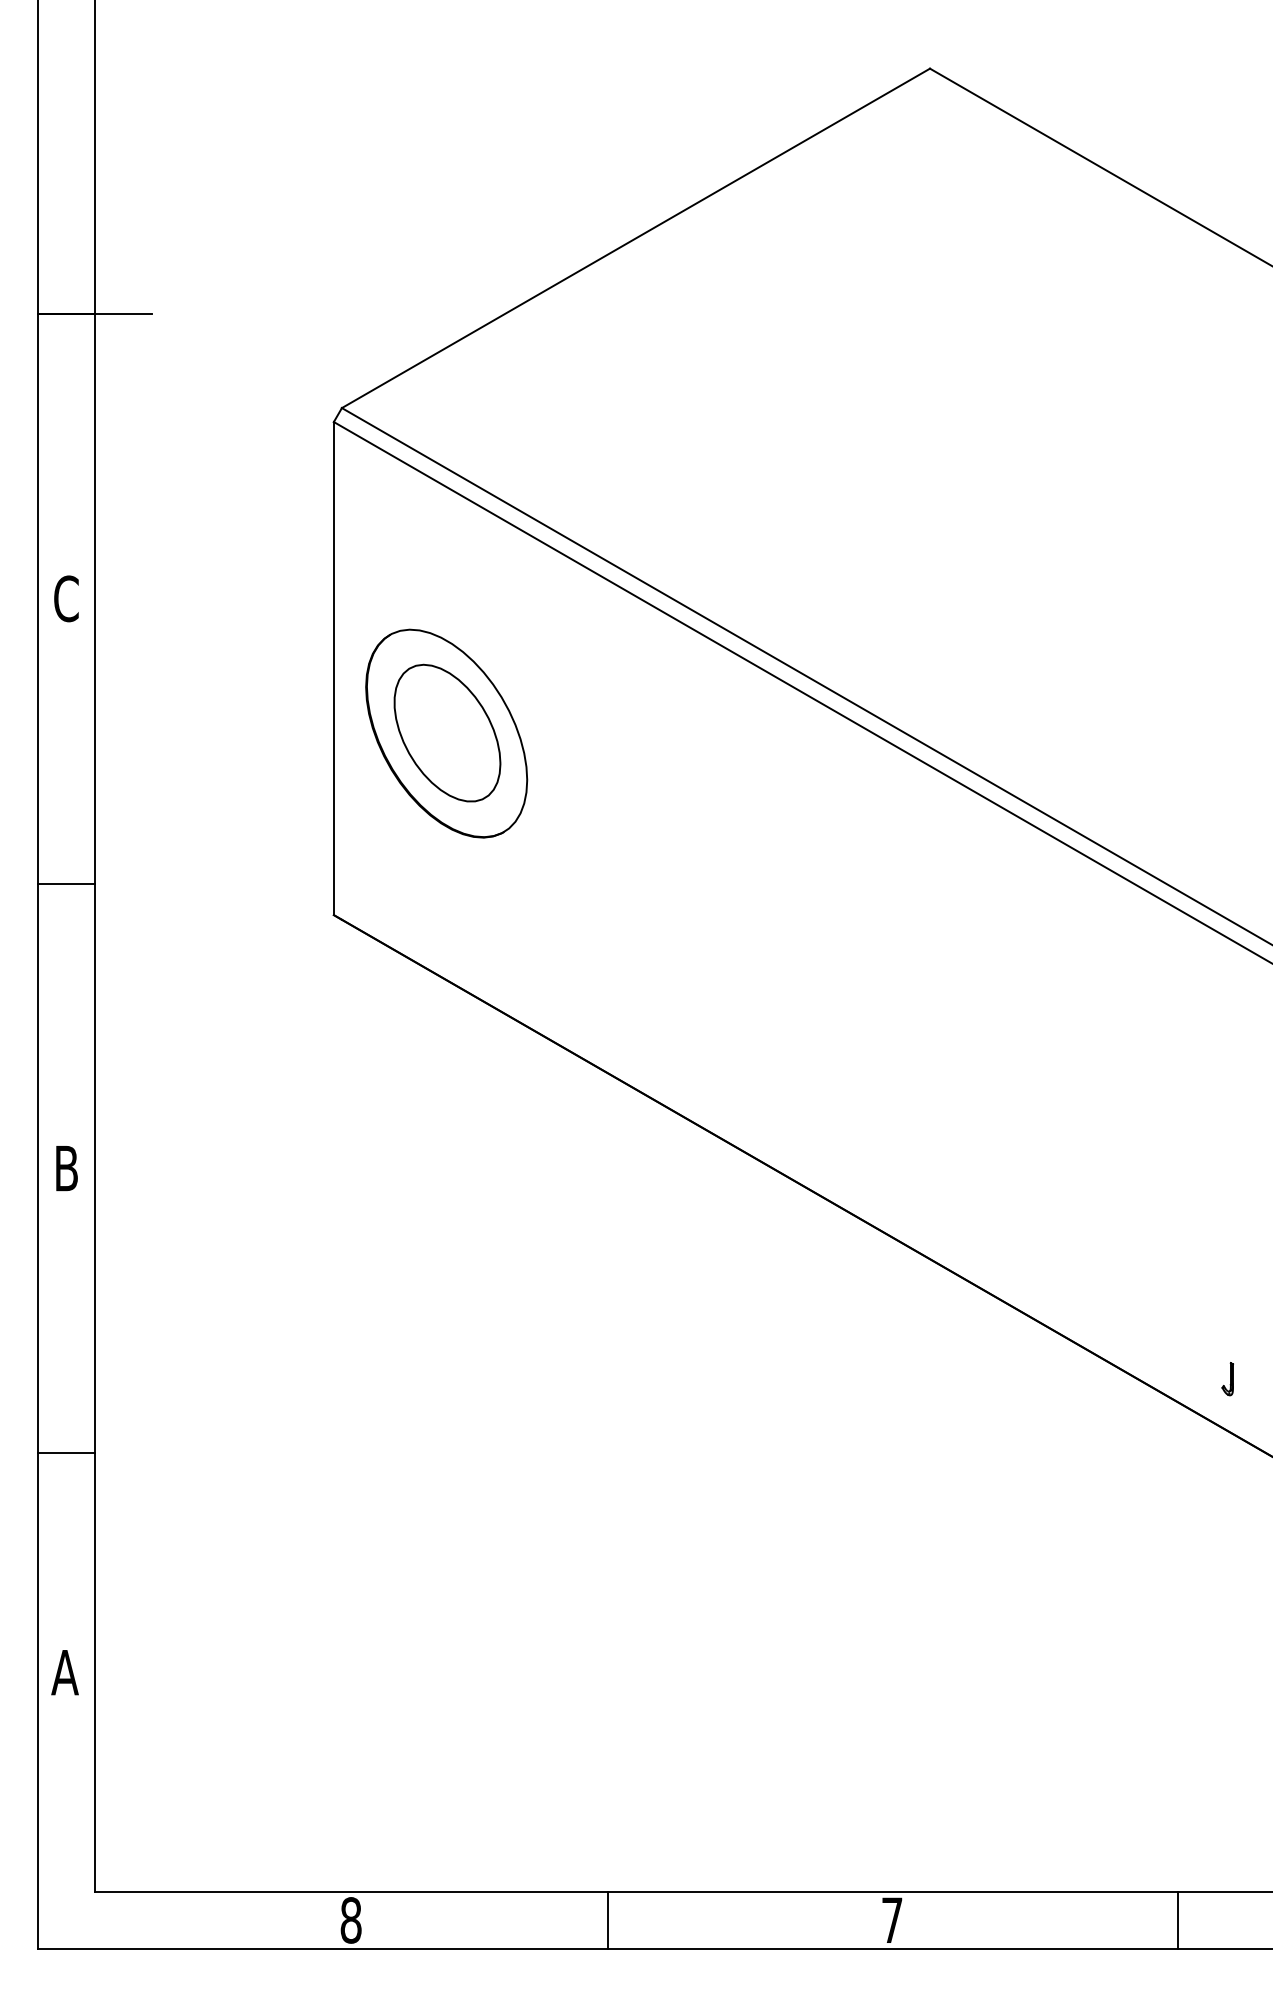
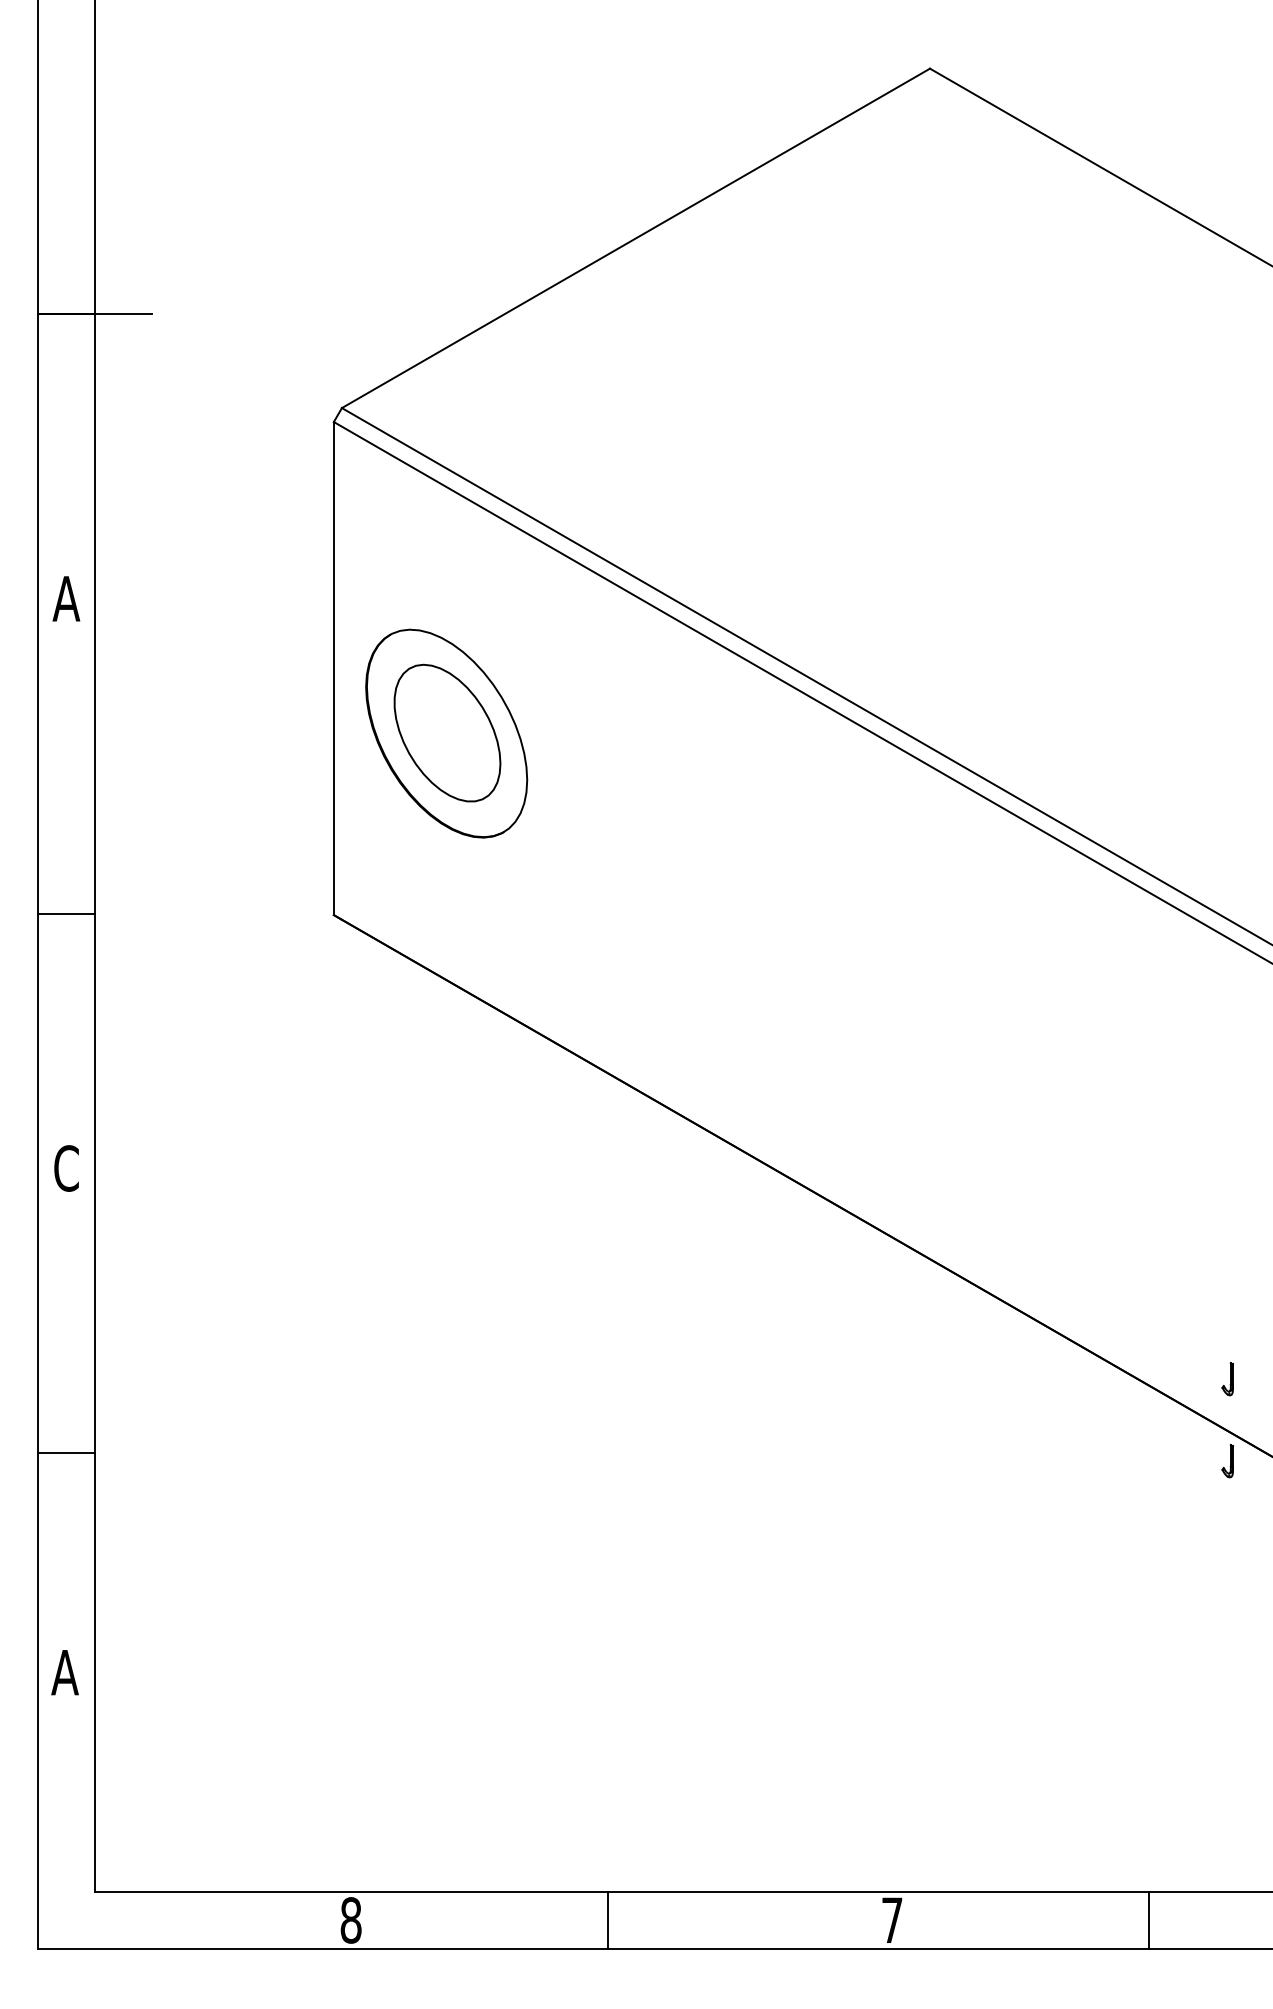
text at (66, 598): C -> A
line at (66, 883) position: (66, 883) -> (66, 913)
text at (66, 1168): B -> C
part at (1227, 1461): none -> present
line at (1177, 1919) position: (1177, 1919) -> (1148, 1919)
